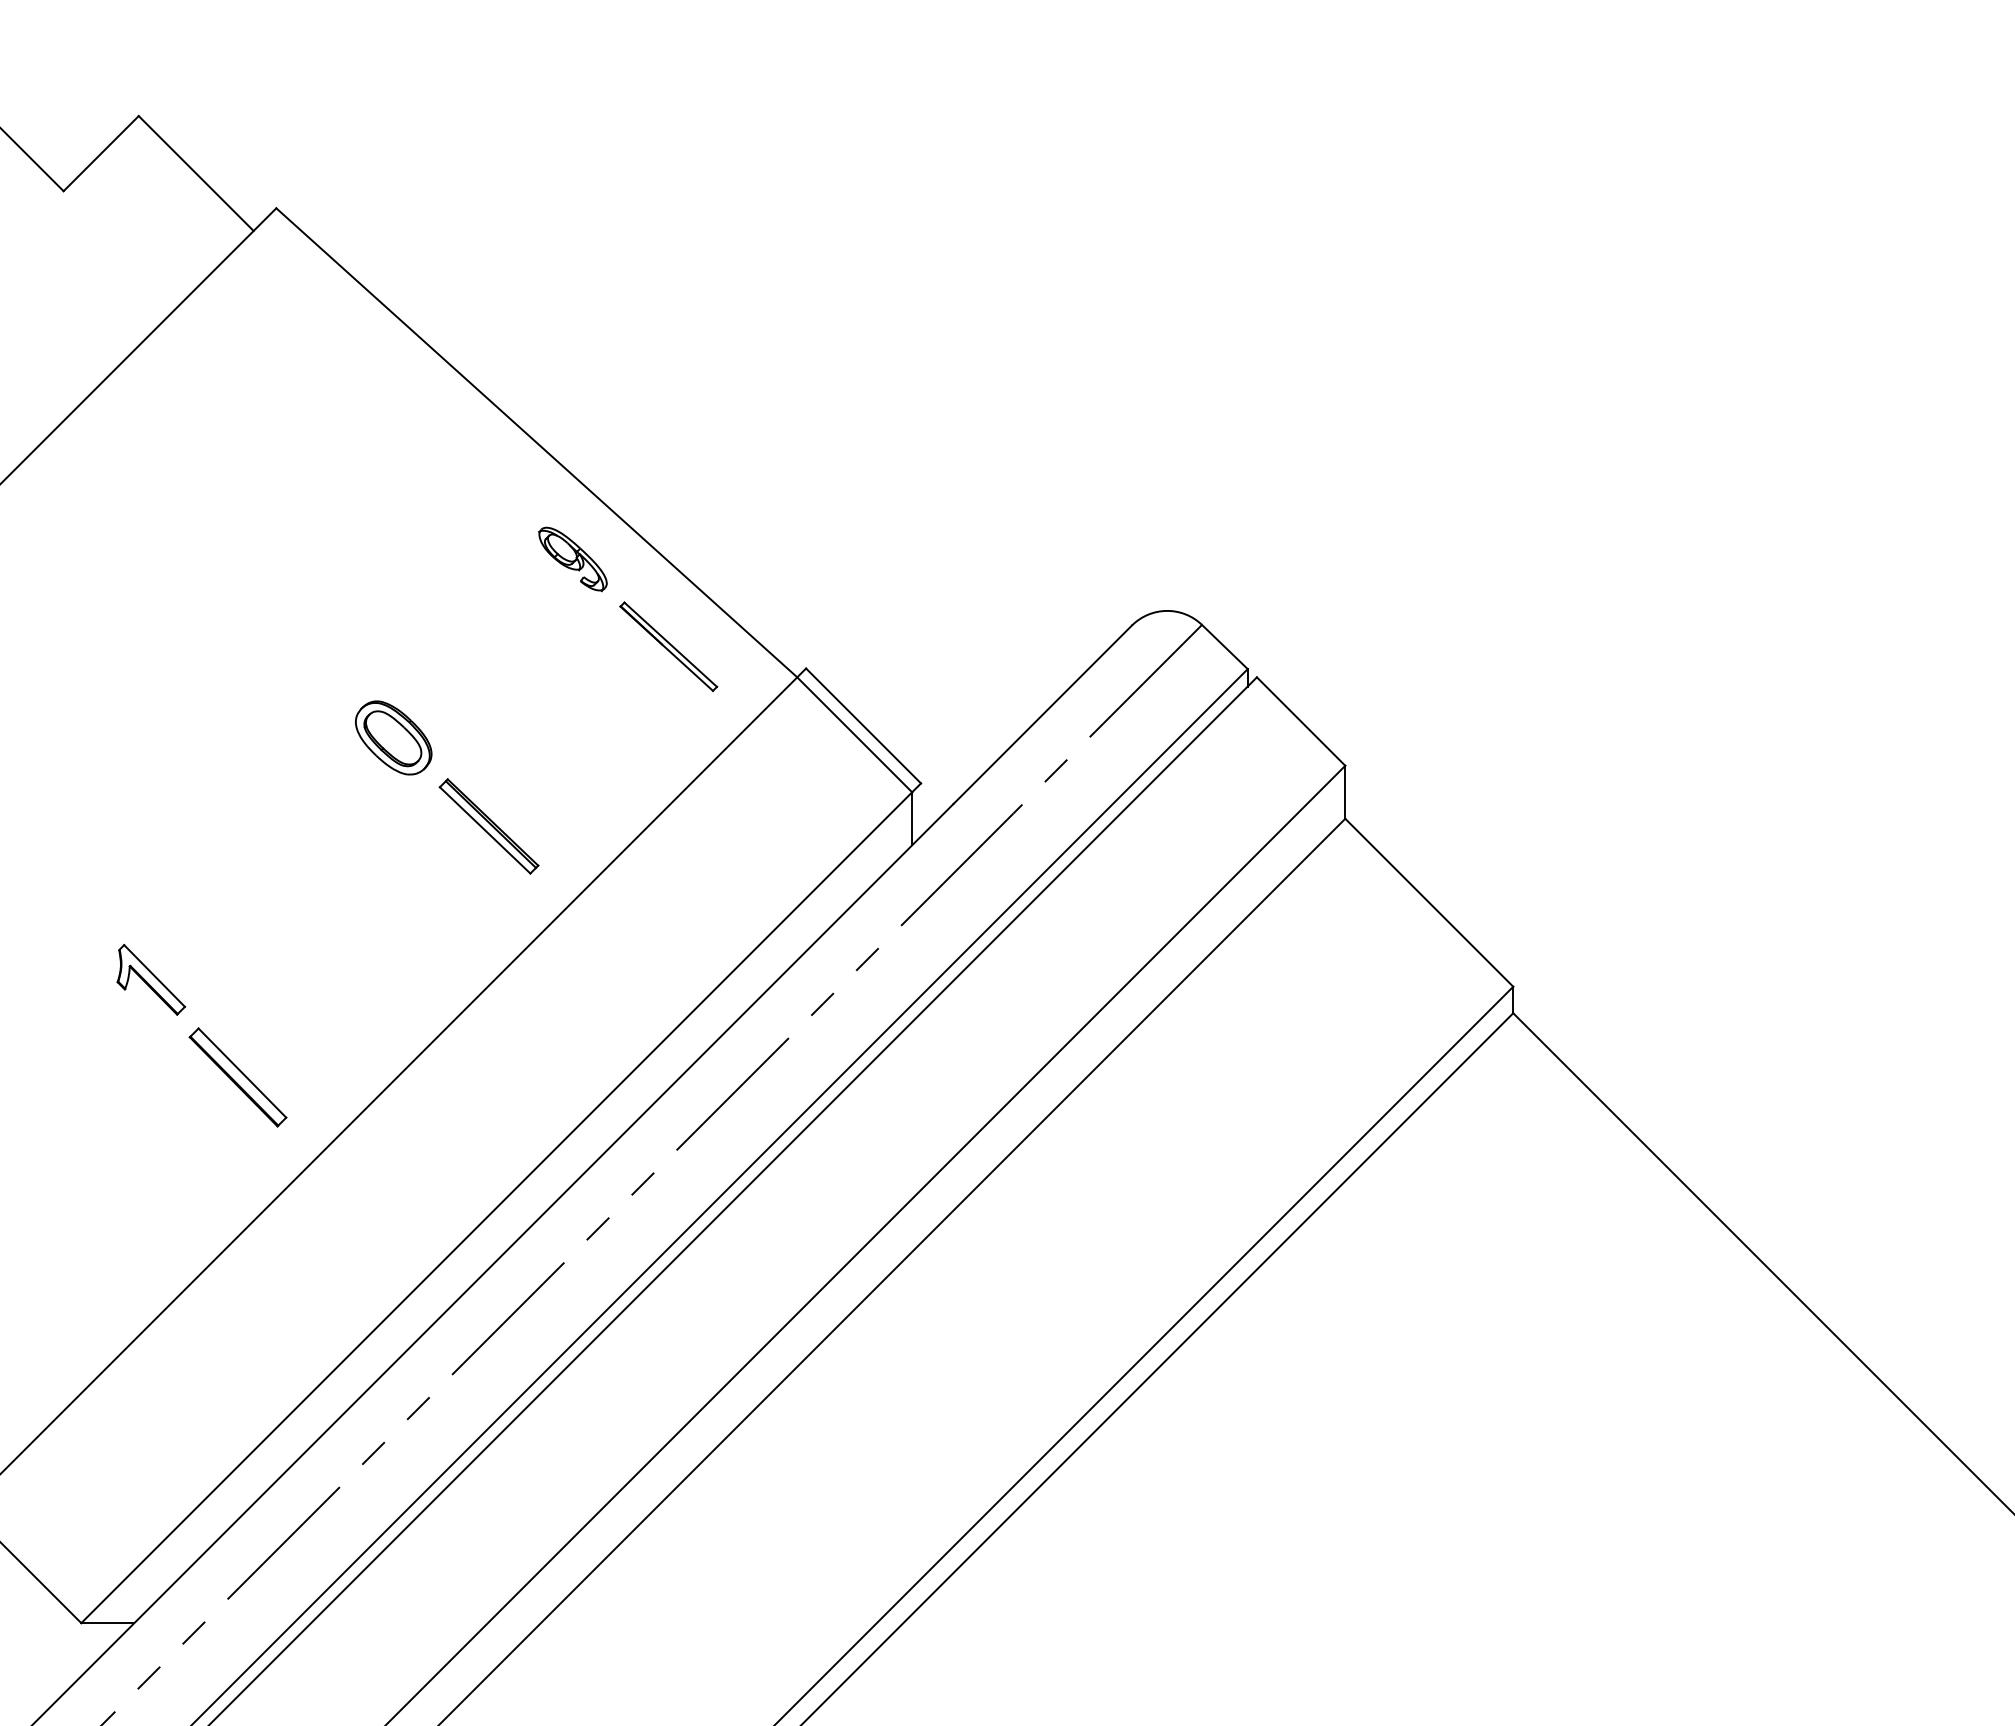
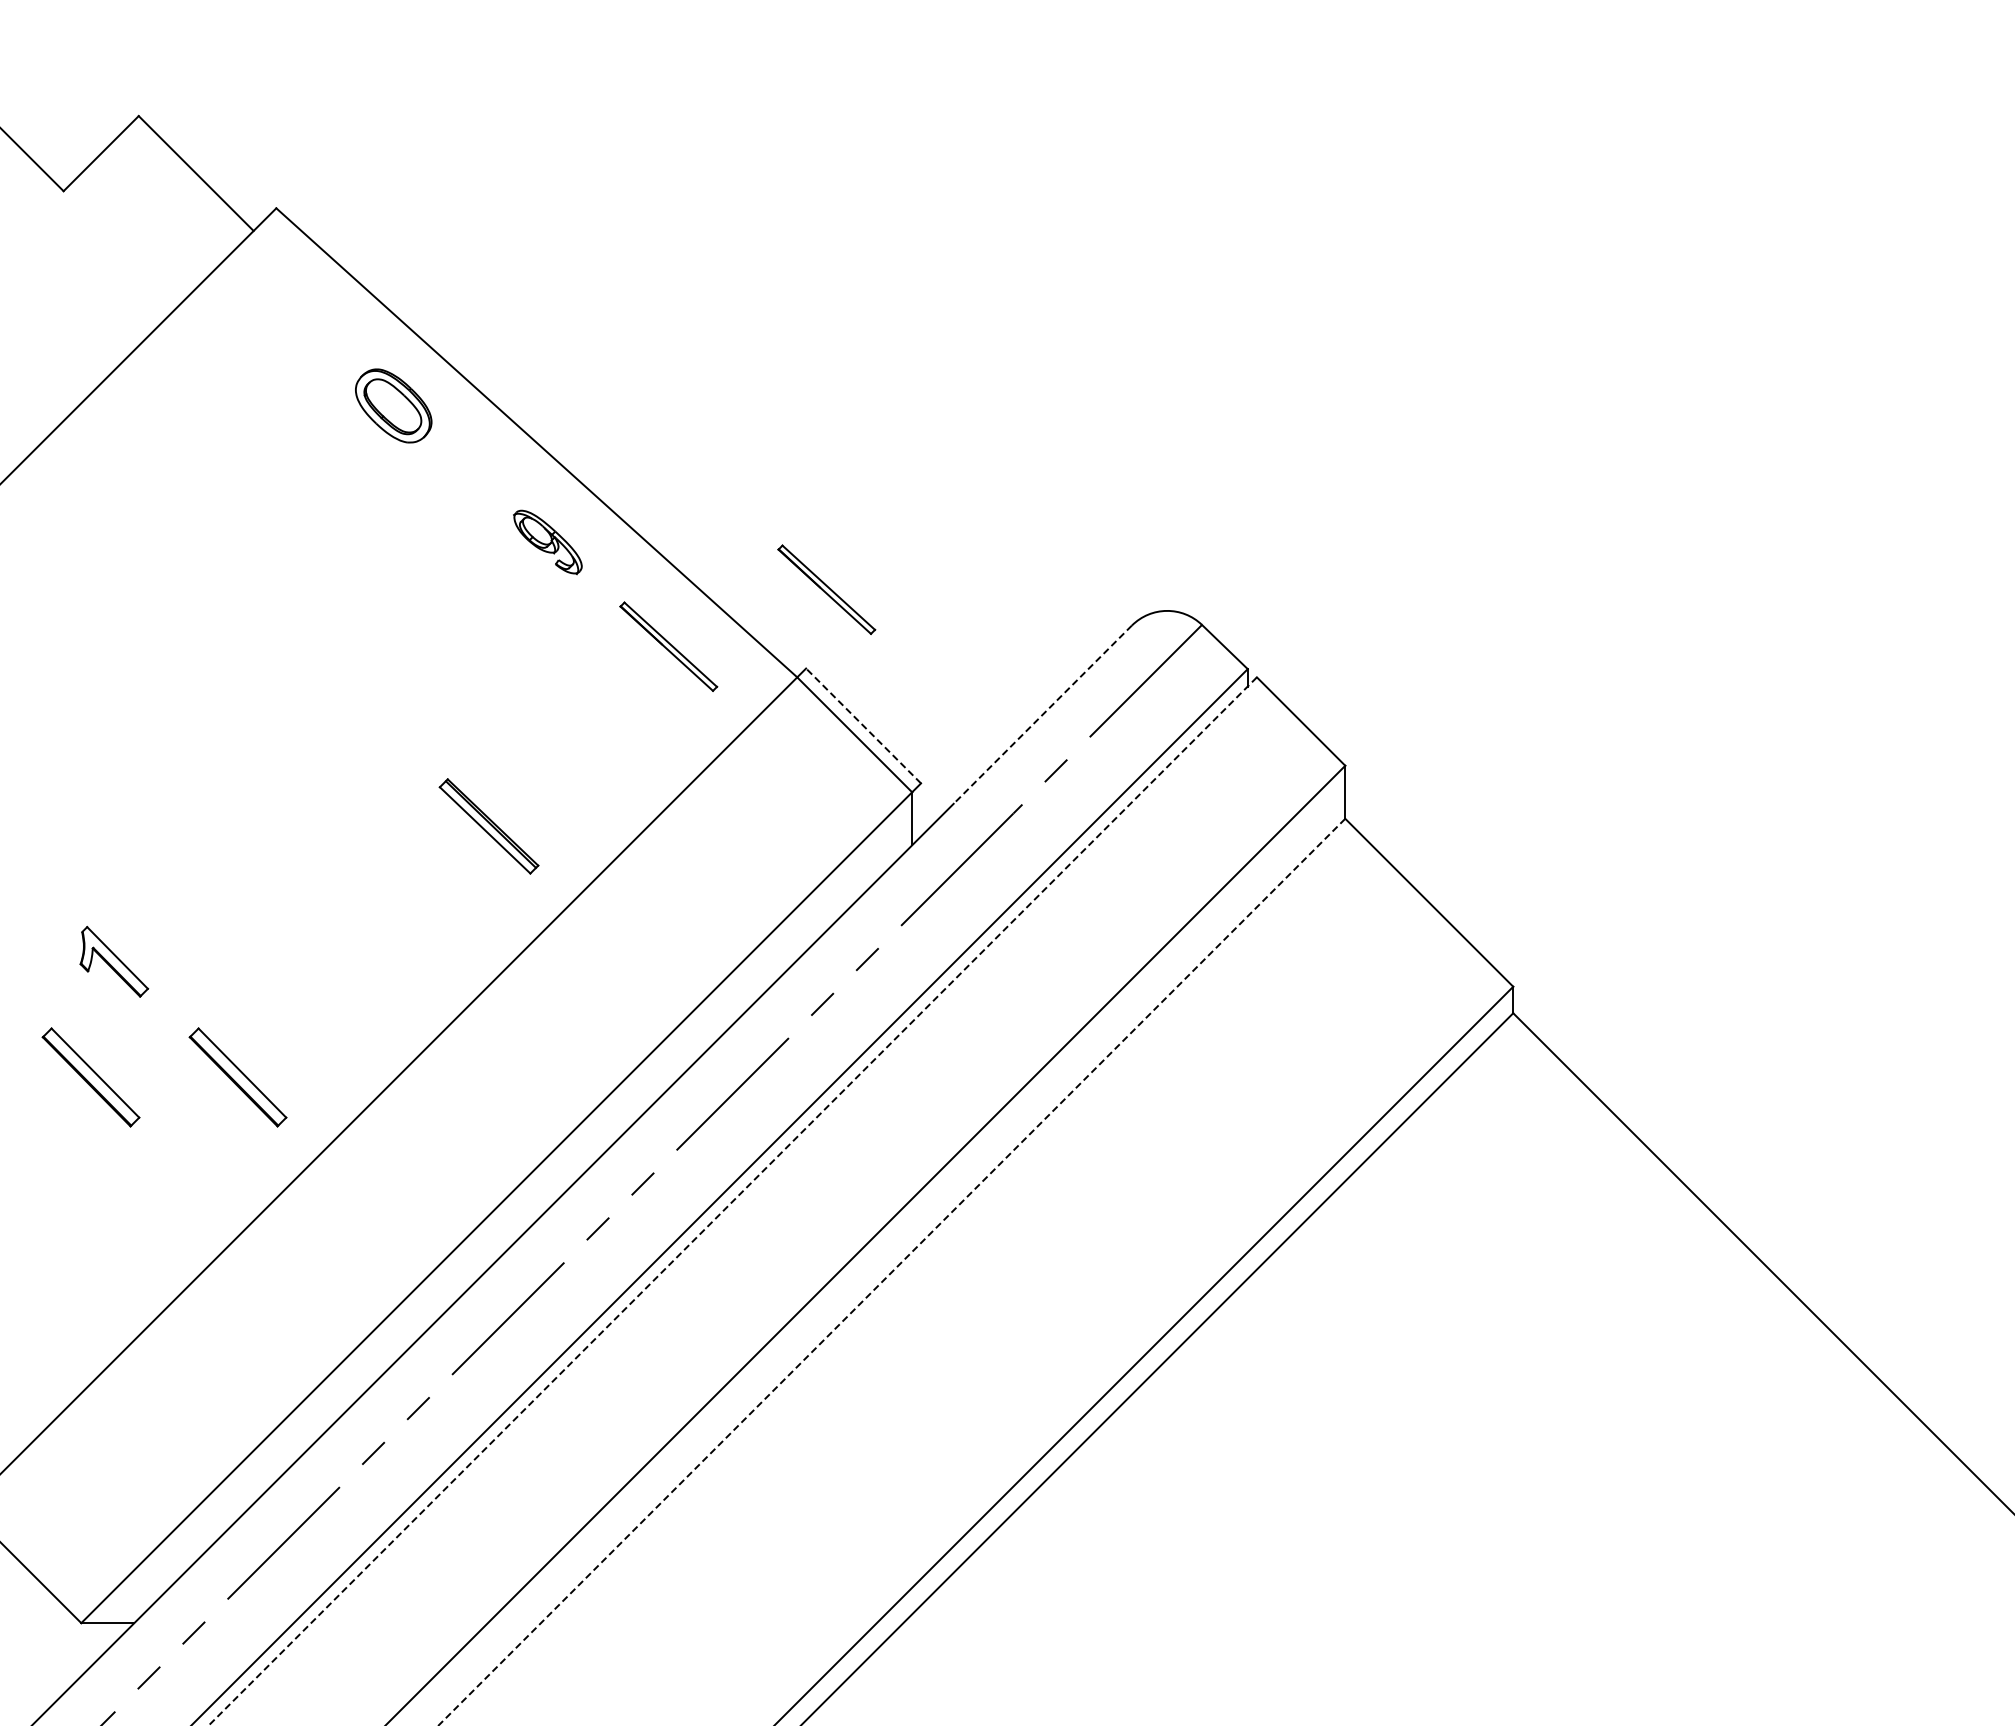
part at (572, 559) position: (572, 559) -> (547, 542)
part at (826, 589): none -> present
line at (1042, 715): solid -> dashed
line at (863, 725): solid -> dashed
part at (393, 737) position: (393, 737) -> (393, 405)
part at (151, 979) position: (151, 979) -> (114, 961)
part at (90, 1077): none -> present
line at (732, 1201): solid -> dashed
line at (891, 1272): solid -> dashed
